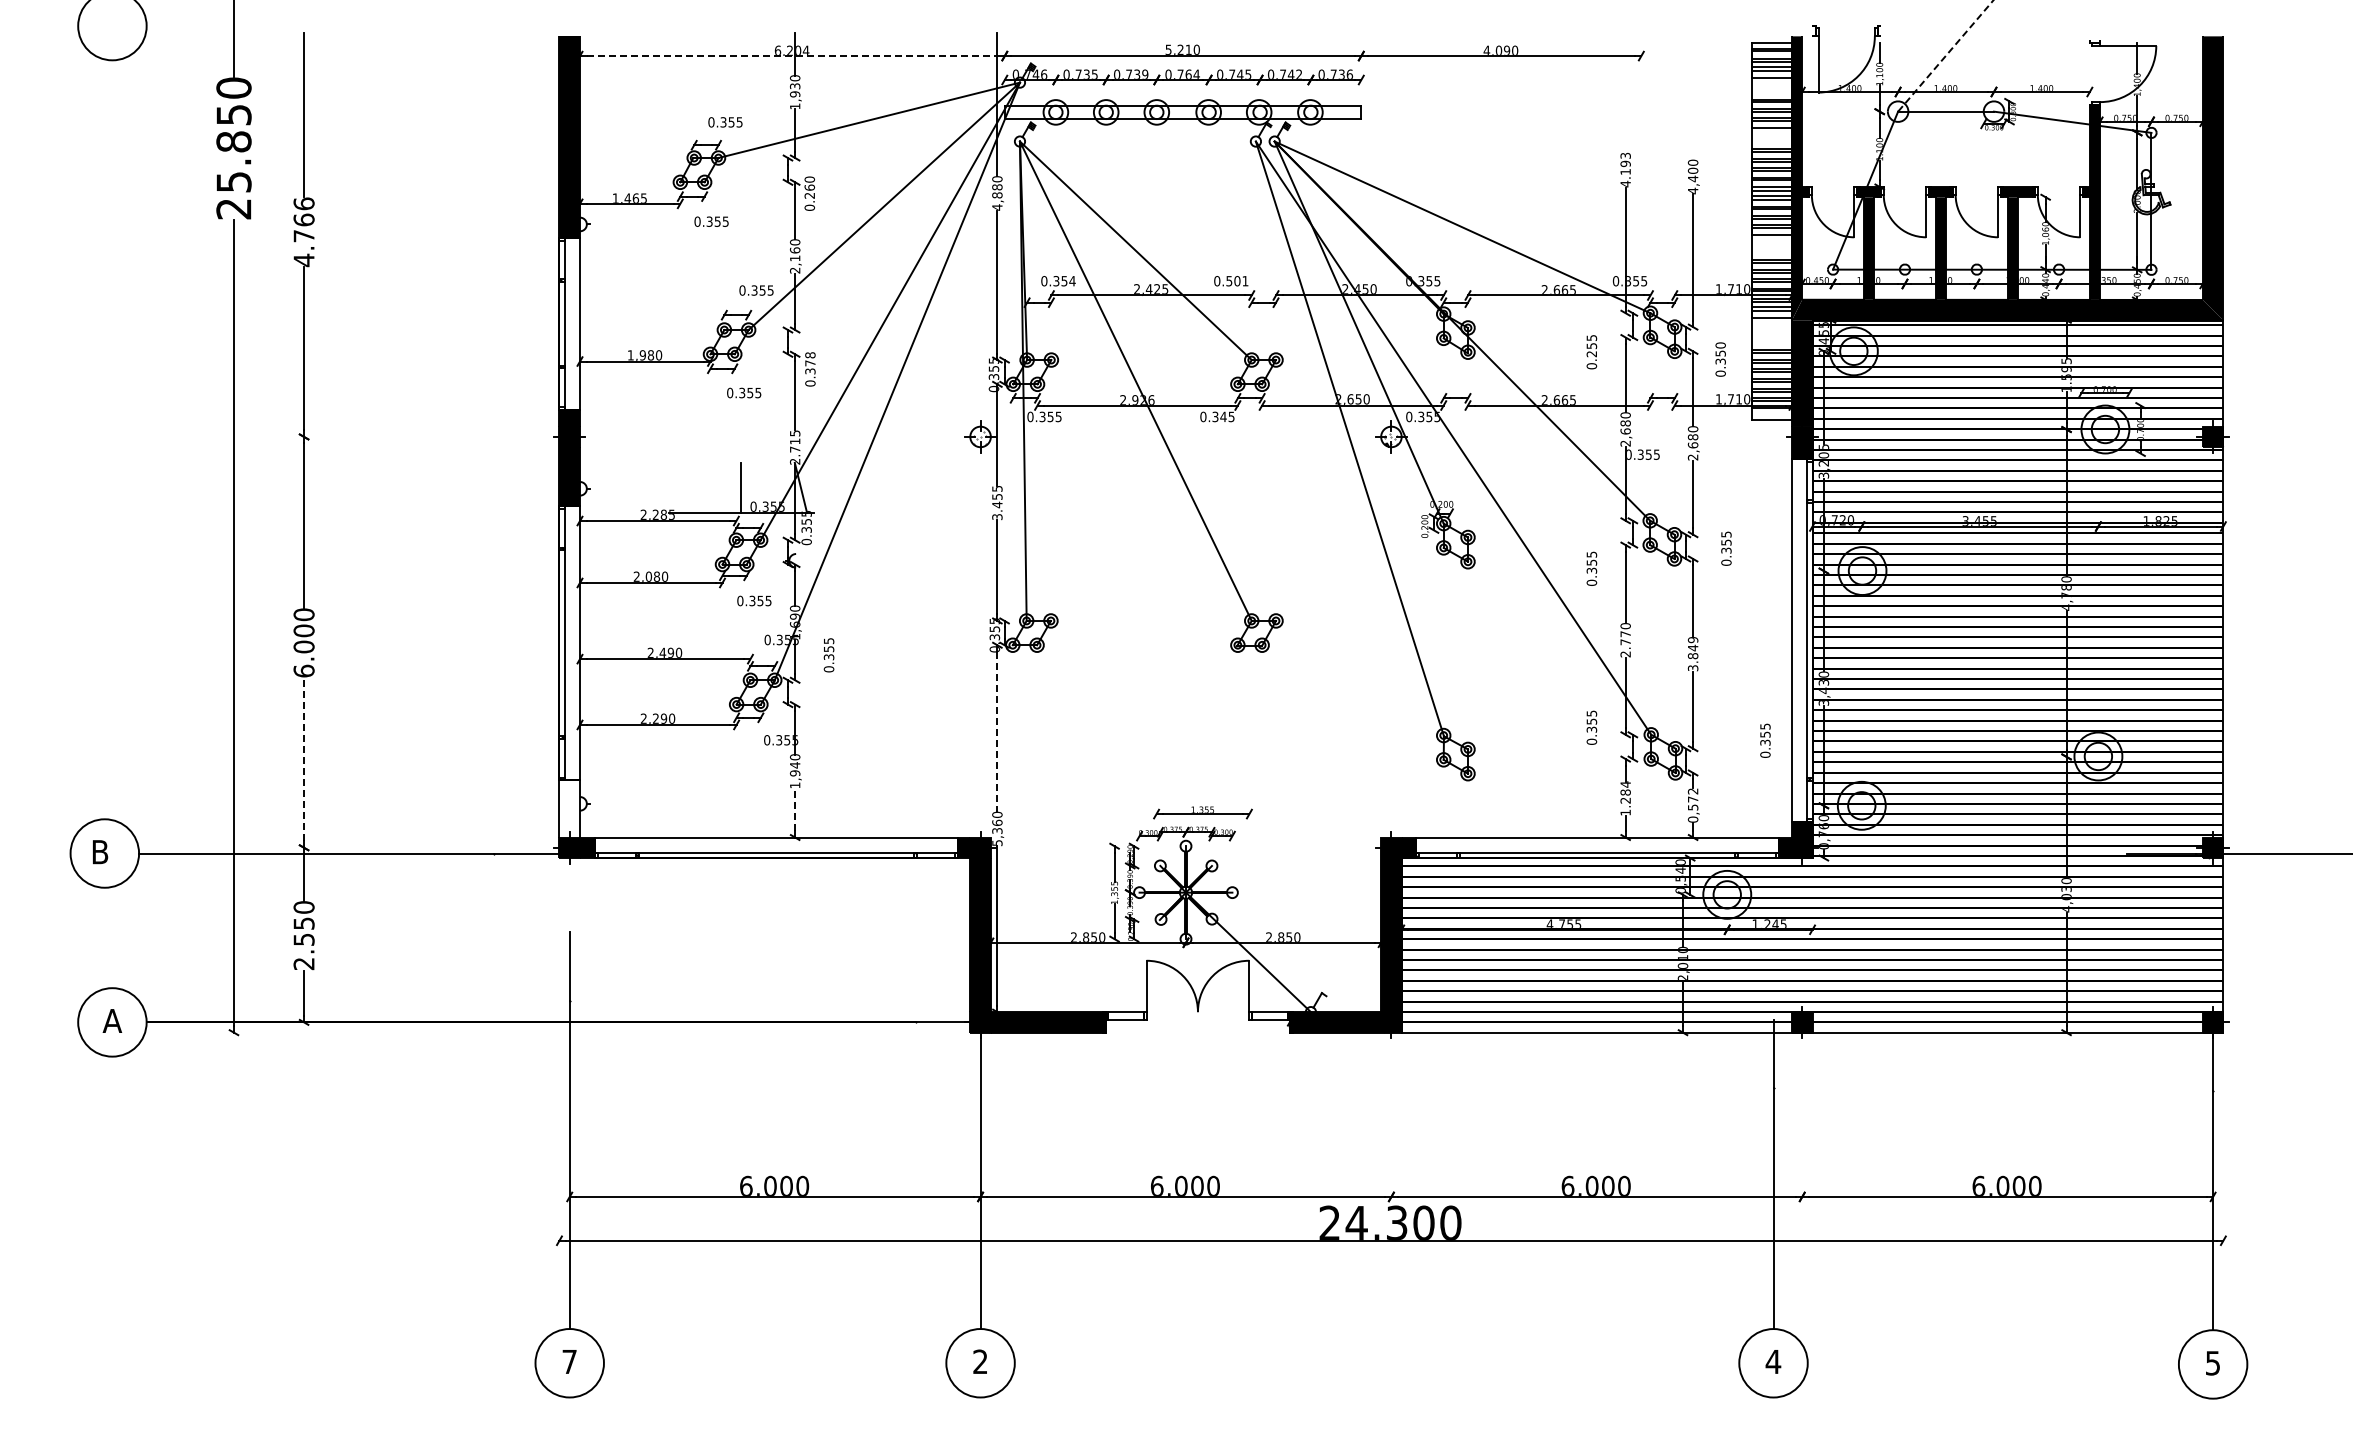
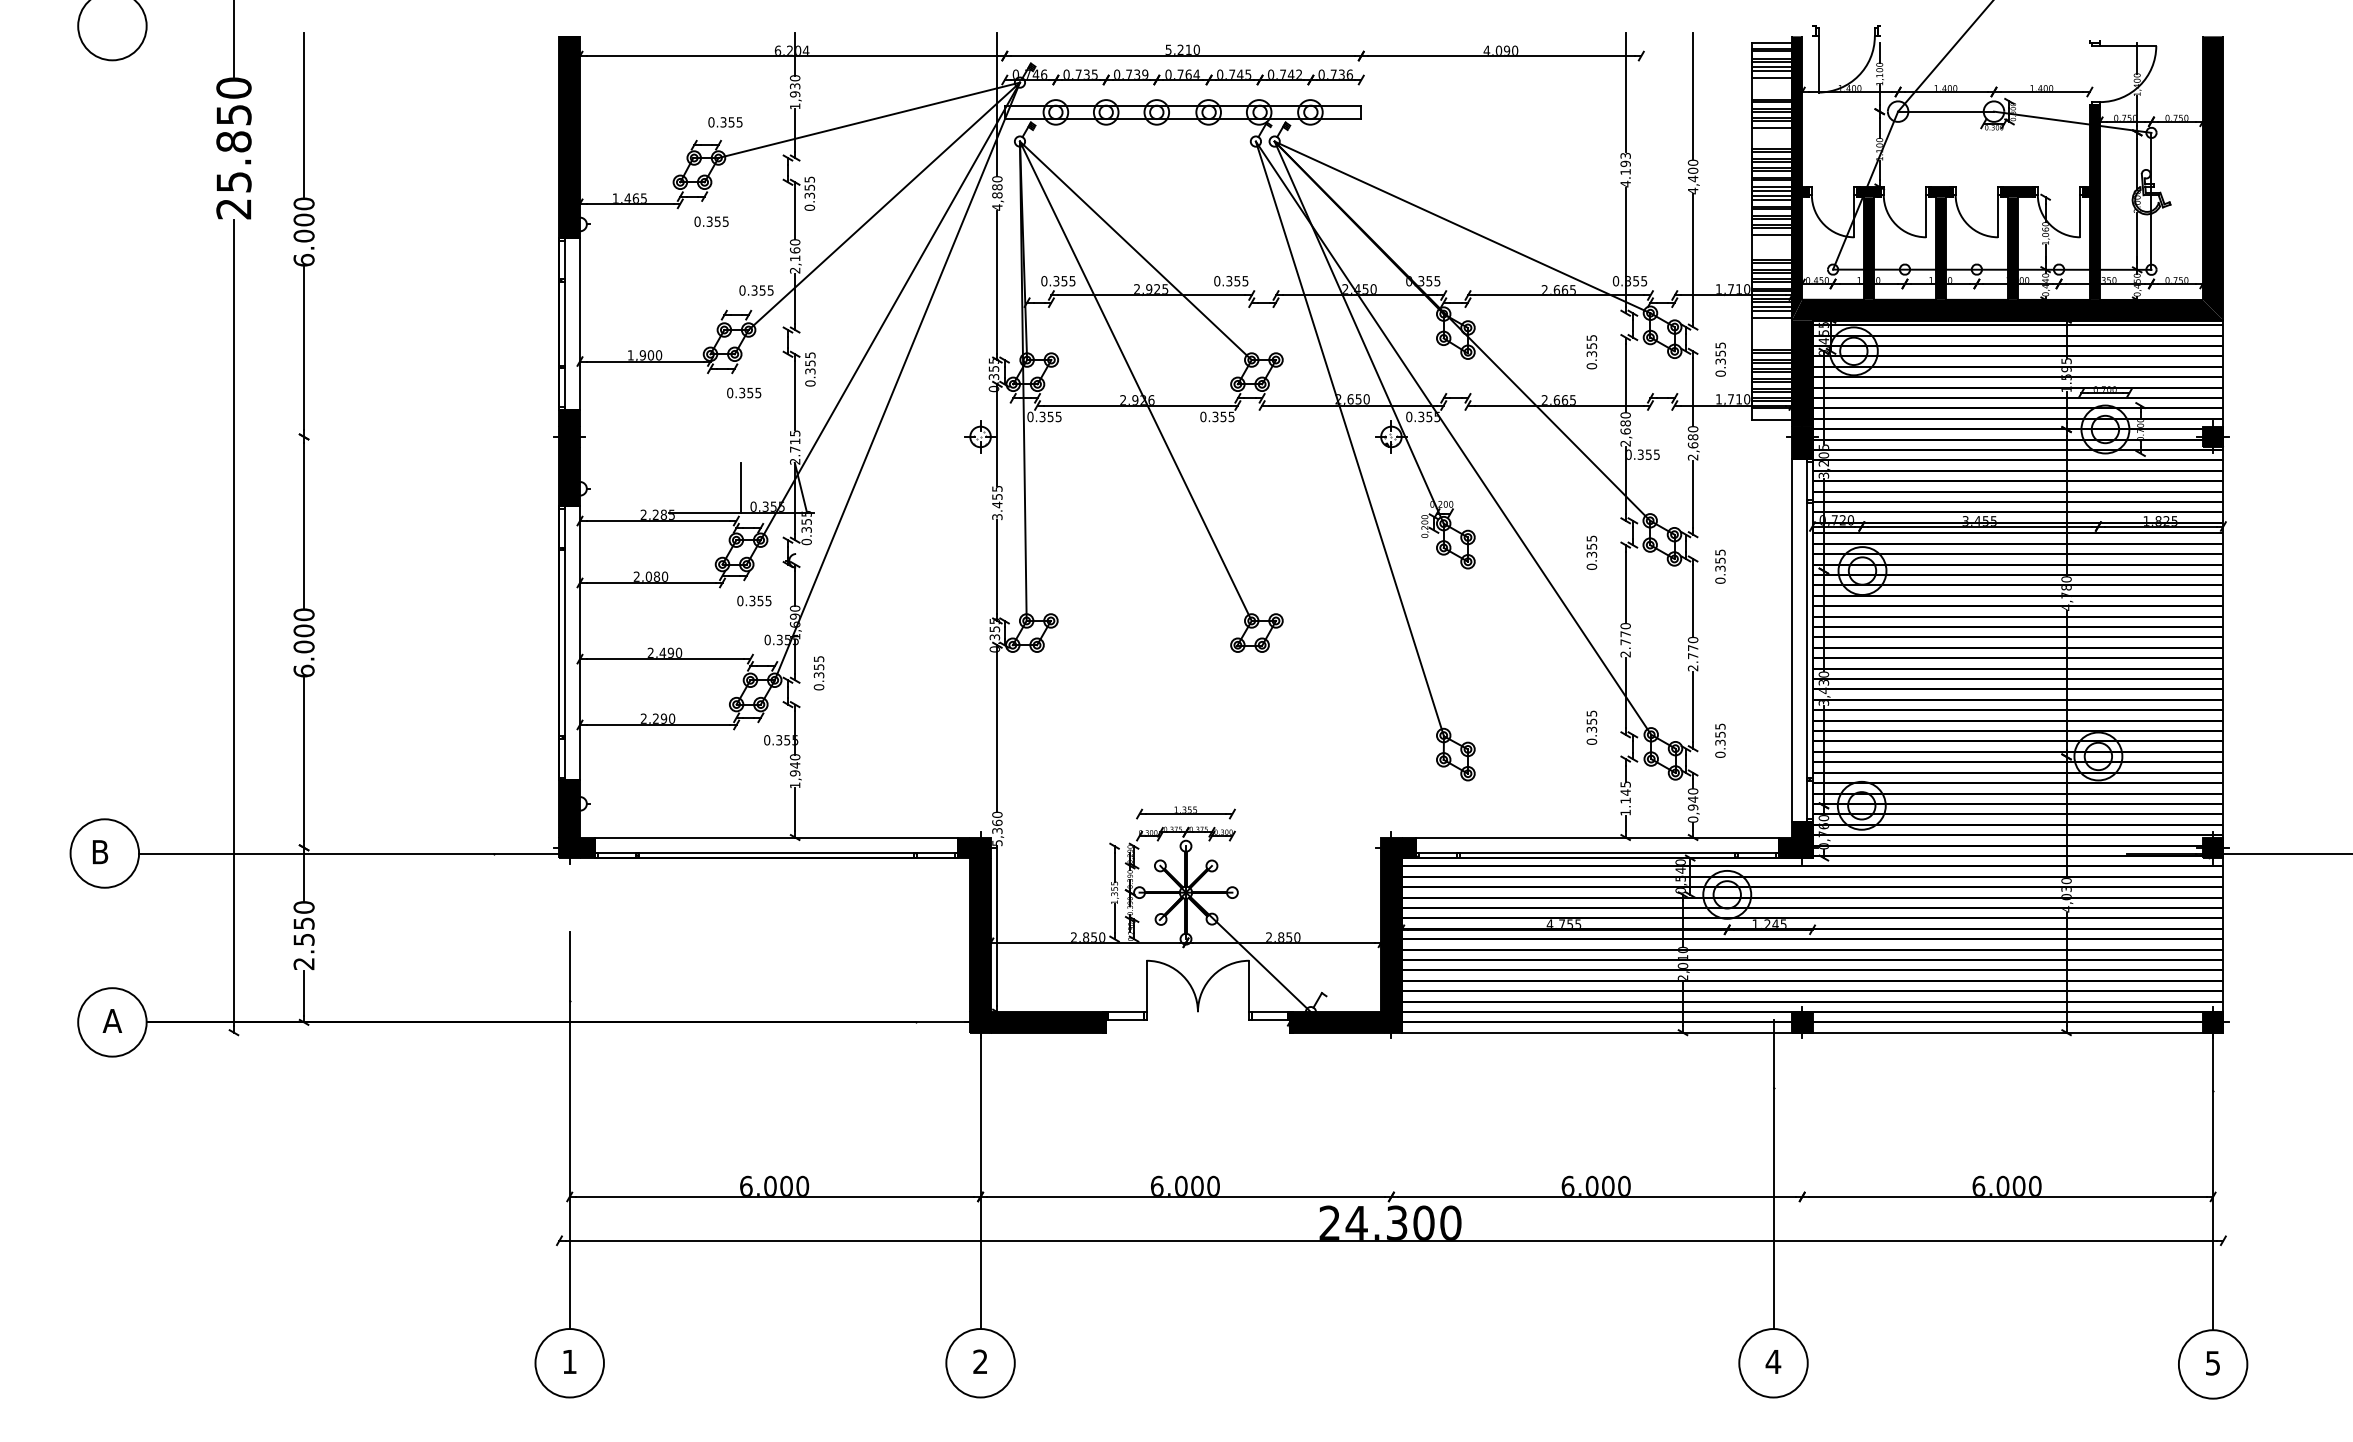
line at (792, 56): dashed -> solid
line at (1945, 56): dashed -> solid
line at (1625, 92): none -> present
line at (1693, 95): none -> present
text at (809, 187): 0.260 -> 0.355
text at (303, 232): 4.766 -> 6.000
text at (1072, 281): 0.354 -> 0.355
text at (1237, 281): 0.501 -> 0.355
text at (1148, 288): 2,425 -> 2,925
text at (1720, 345): 0.350 -> 0.355
text at (1592, 354): 0.255 -> 0.355
text at (650, 355): 1,980 -> 1,900
text at (810, 359): 0.378 -> 0.355
text at (1223, 416): 0.345 -> 0.355
text at (1726, 548) position: (1726, 548) -> (1720, 566)
text at (1591, 568) position: (1591, 568) -> (1591, 552)
text at (1692, 654): 3.849 -> 2.770
text at (828, 655) position: (828, 655) -> (818, 673)
line at (997, 731): dashed -> solid
text at (1765, 740) position: (1765, 740) -> (1720, 740)
line at (304, 759): dashed -> solid
text at (1625, 792): 1.284 -> 1.145
text at (1692, 799): 0,572 -> 0,940
fill at (569, 808): none -> present
line at (795, 809): dashed -> solid
part at (1202, 812) position: (1202, 812) -> (1185, 812)
text at (569, 1361): 7 -> 1
